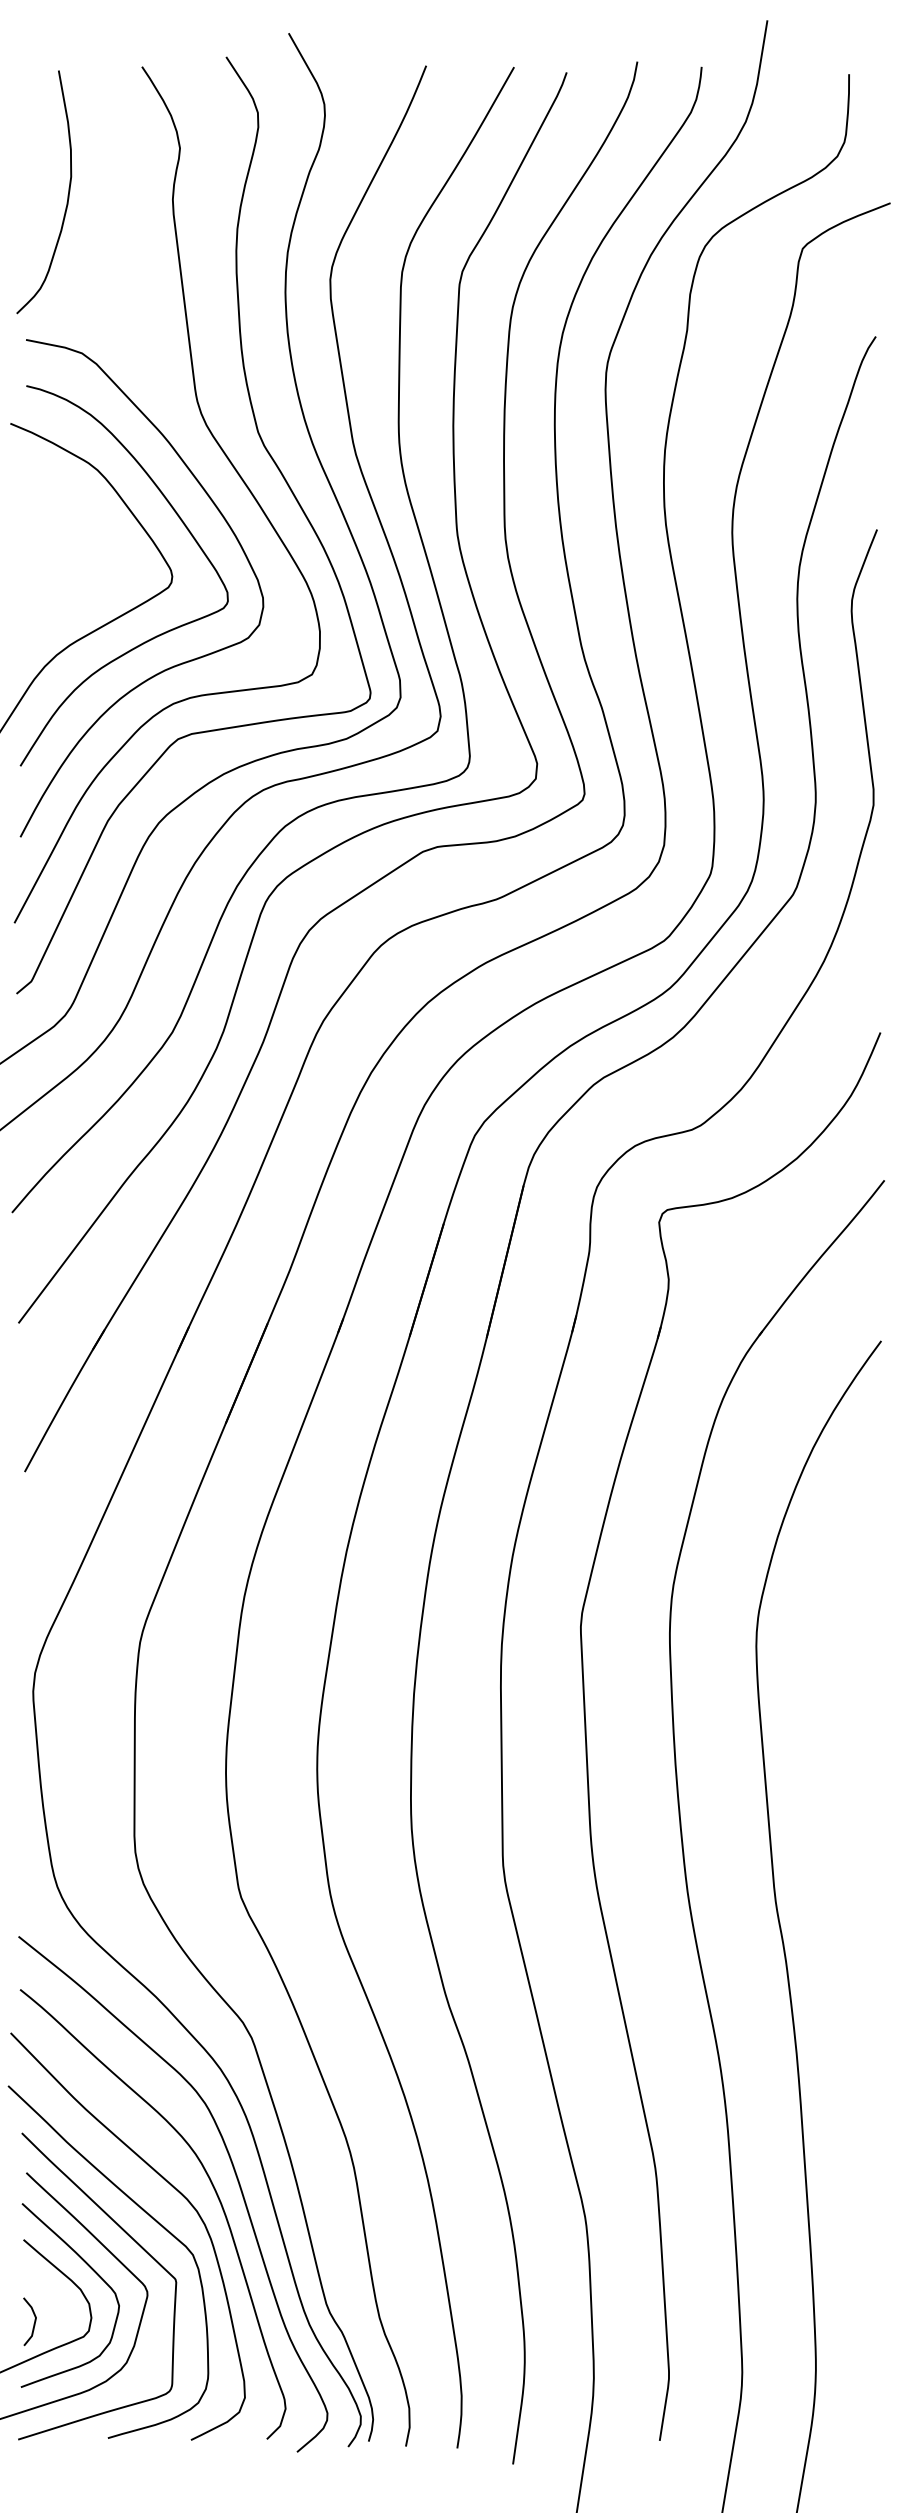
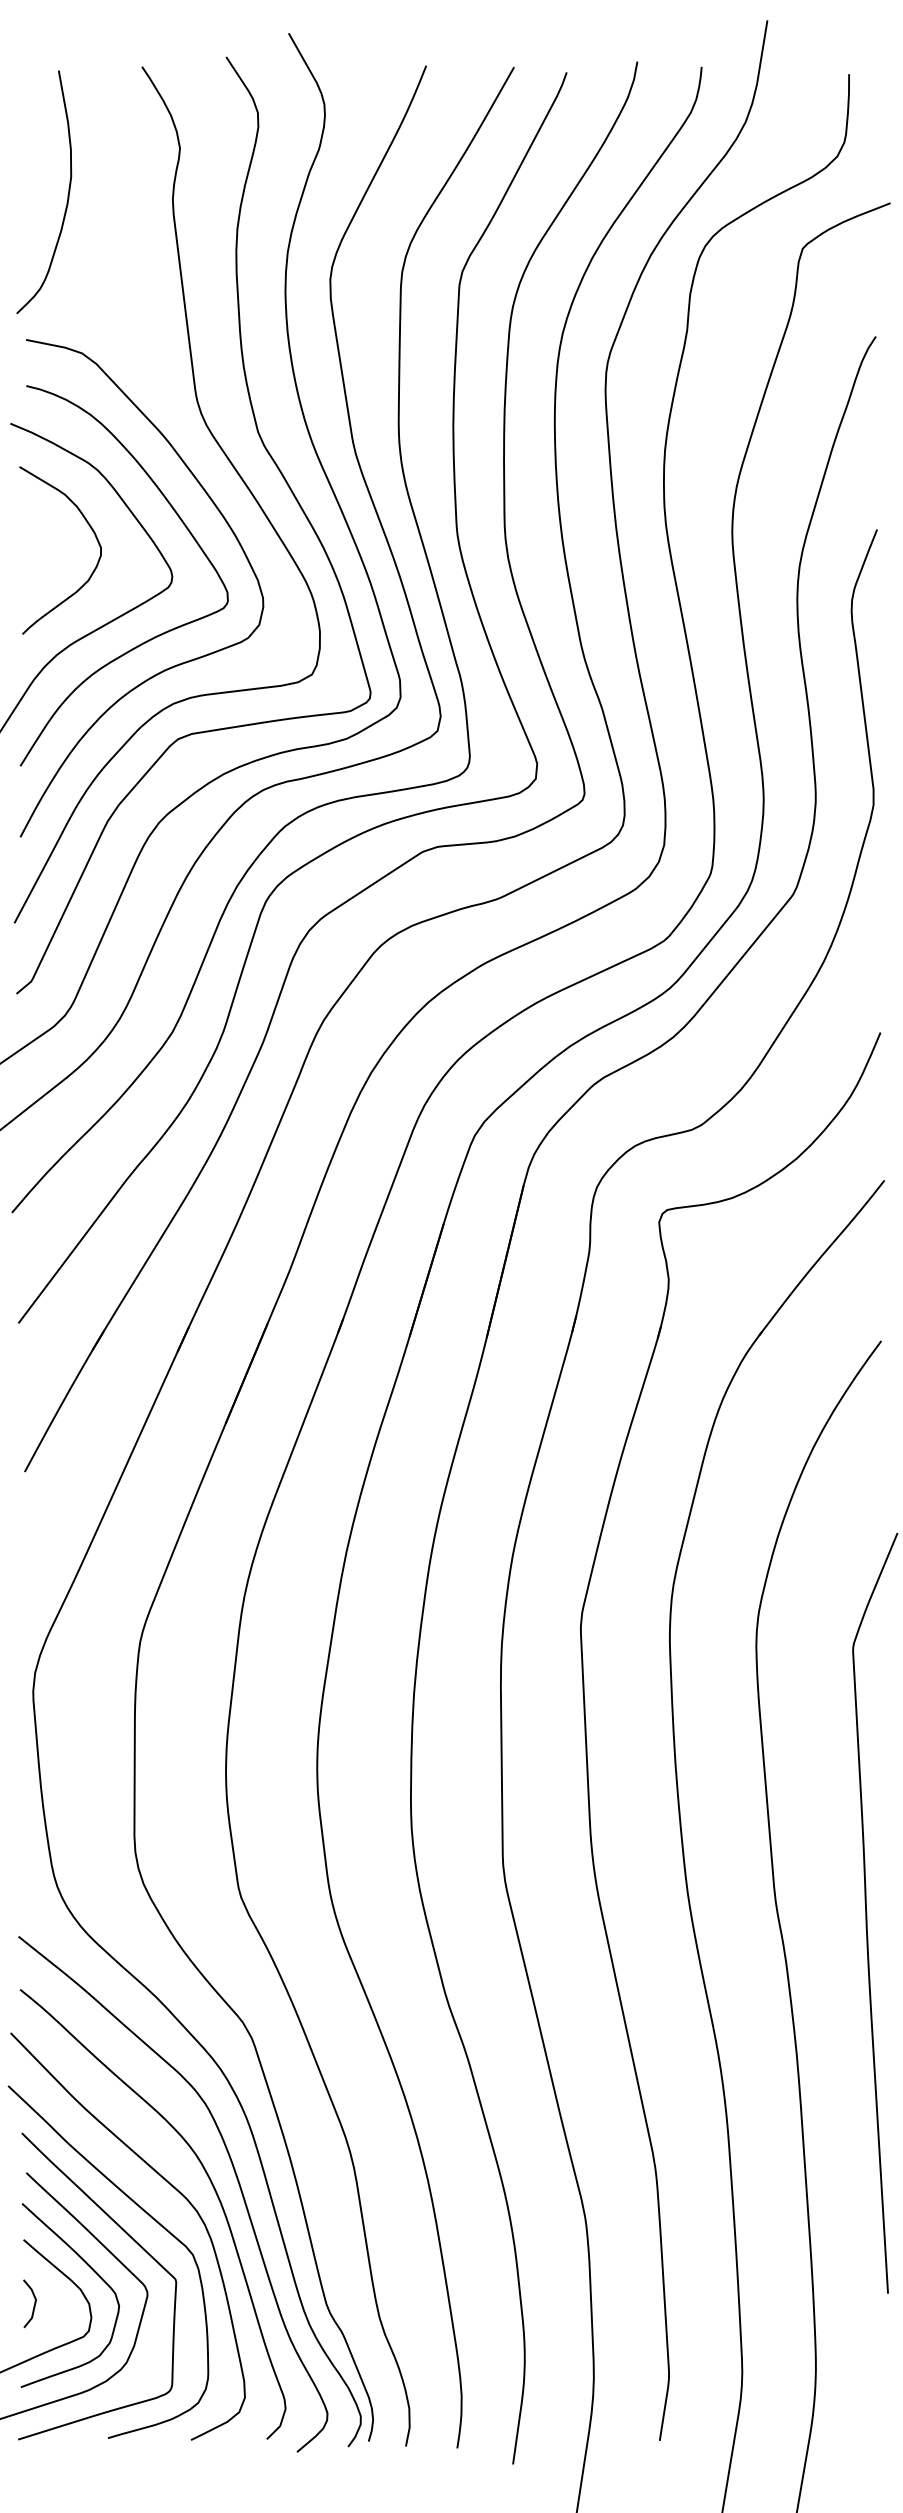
curve at (93, 533): none -> present
curve at (867, 1913): none -> present
line at (33, 2323) position: (33, 2323) -> (33, 2305)
